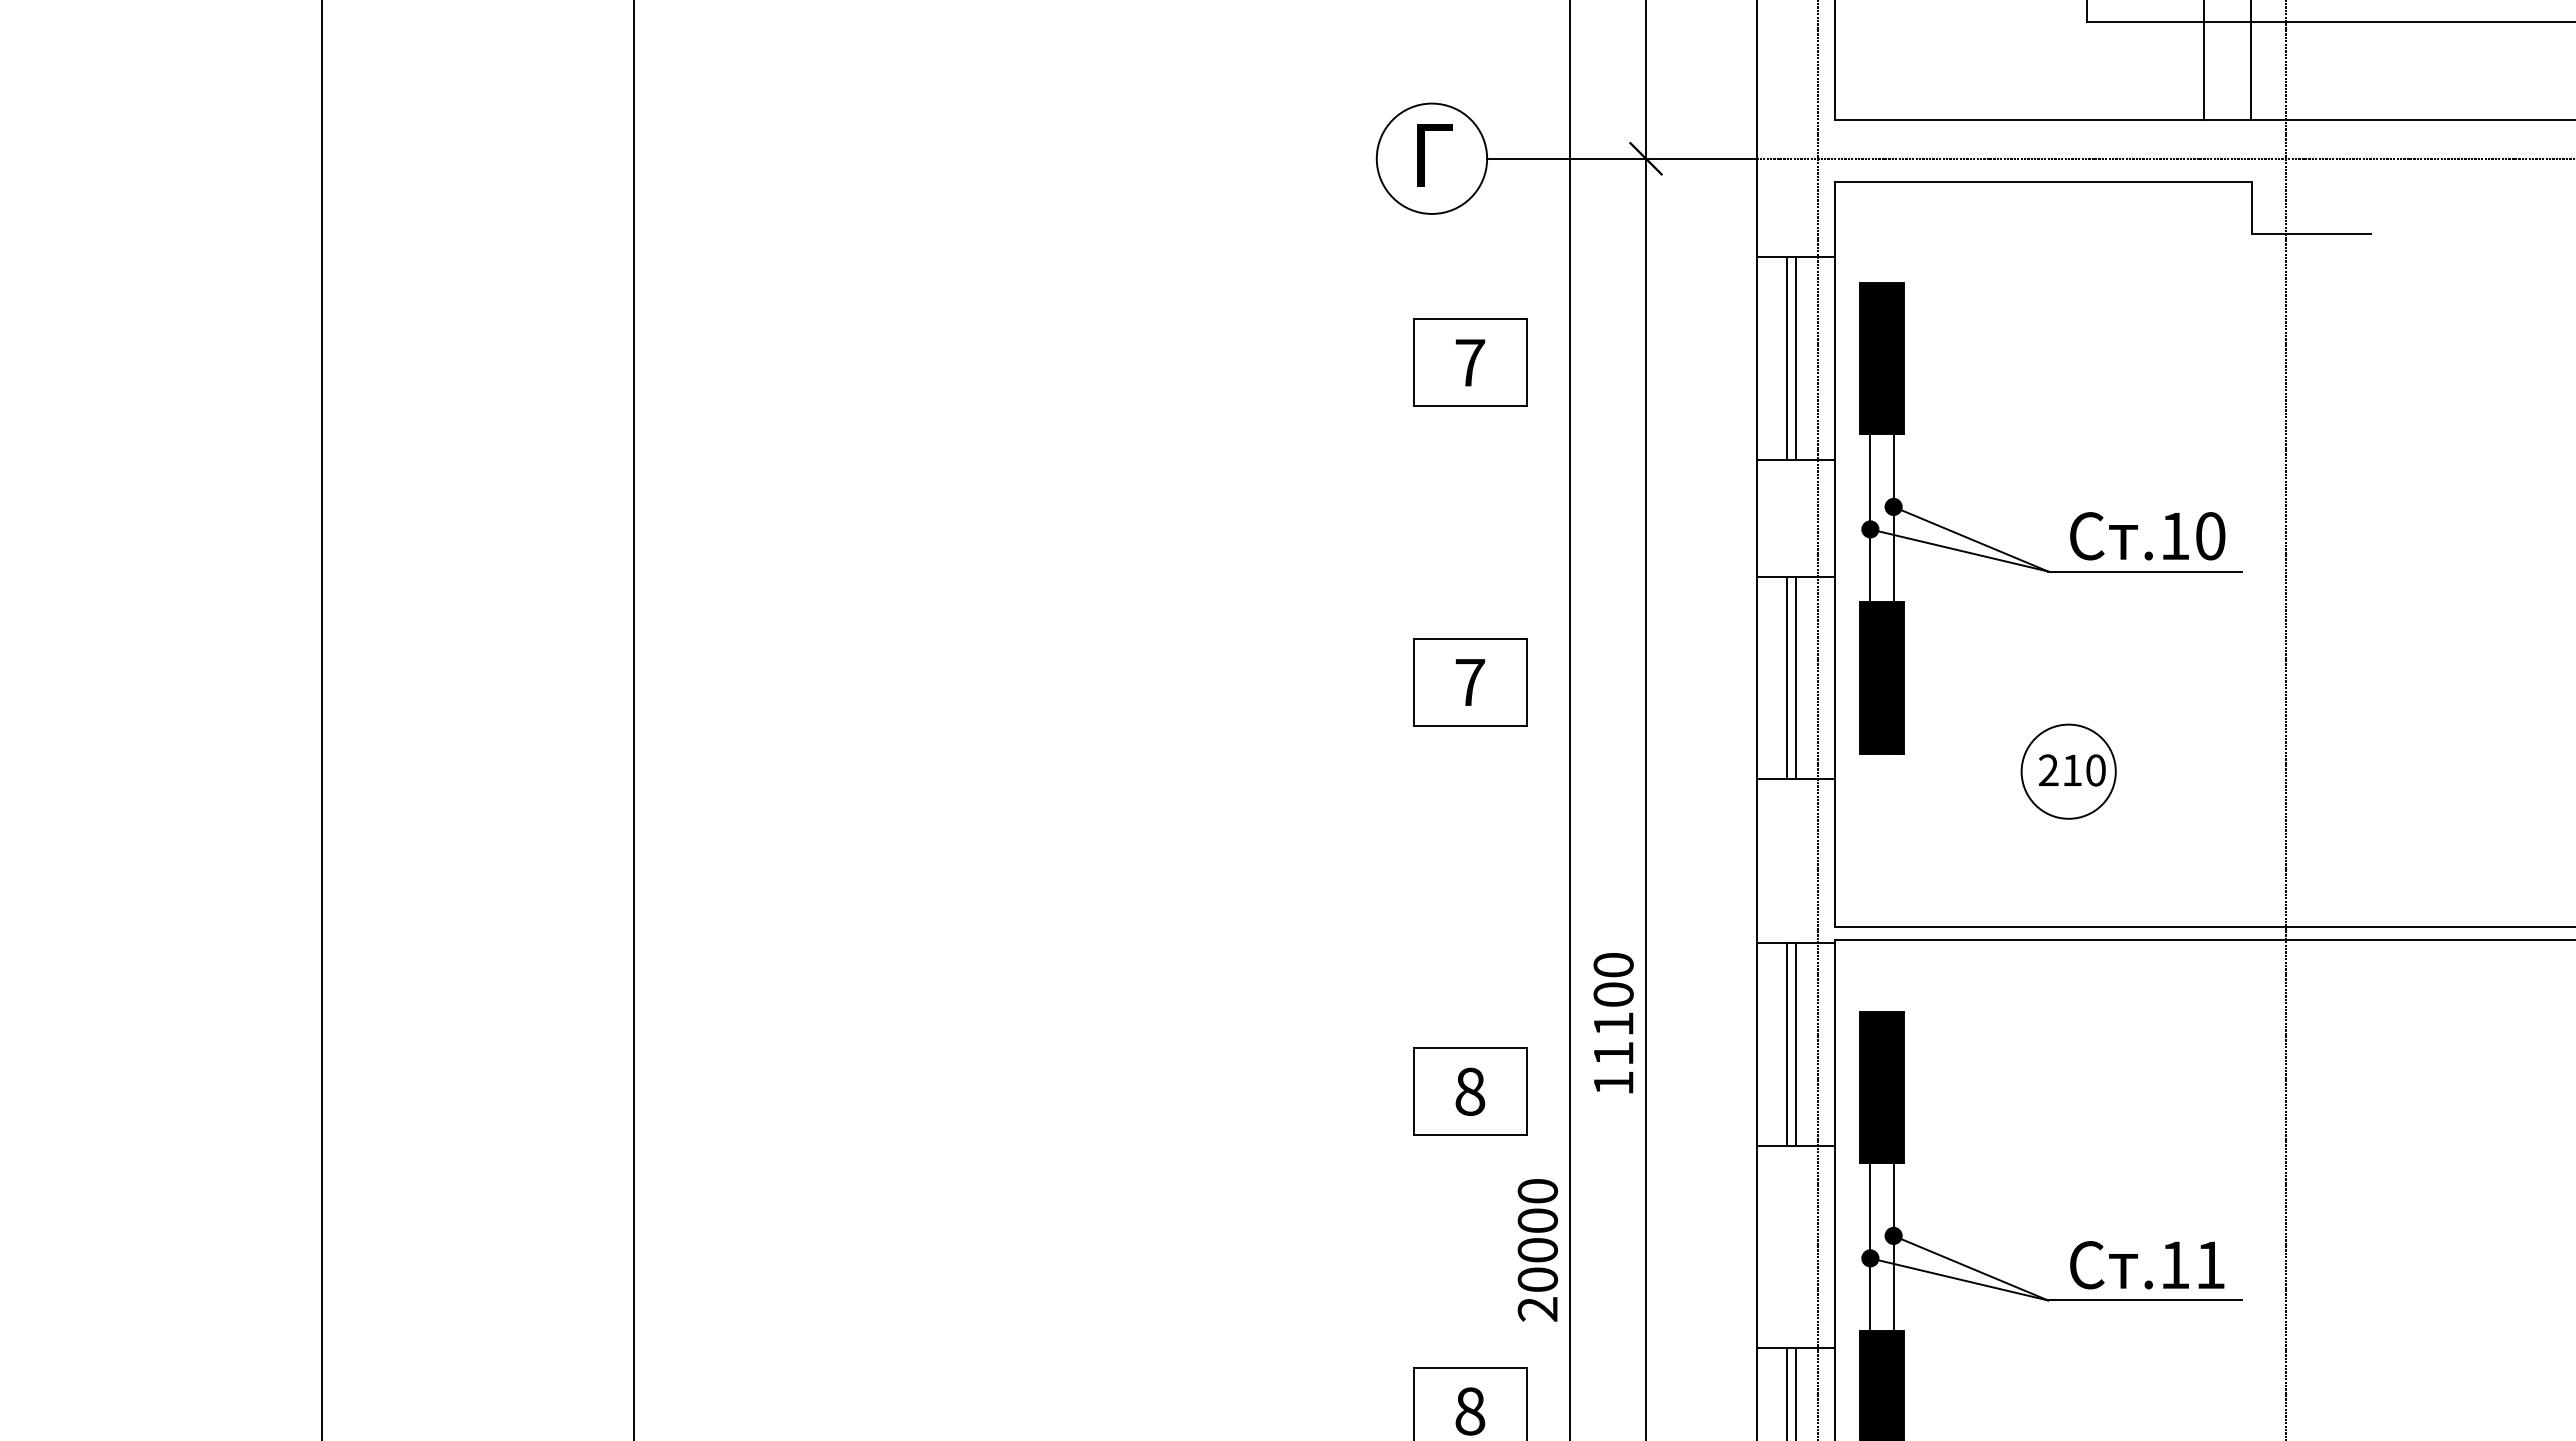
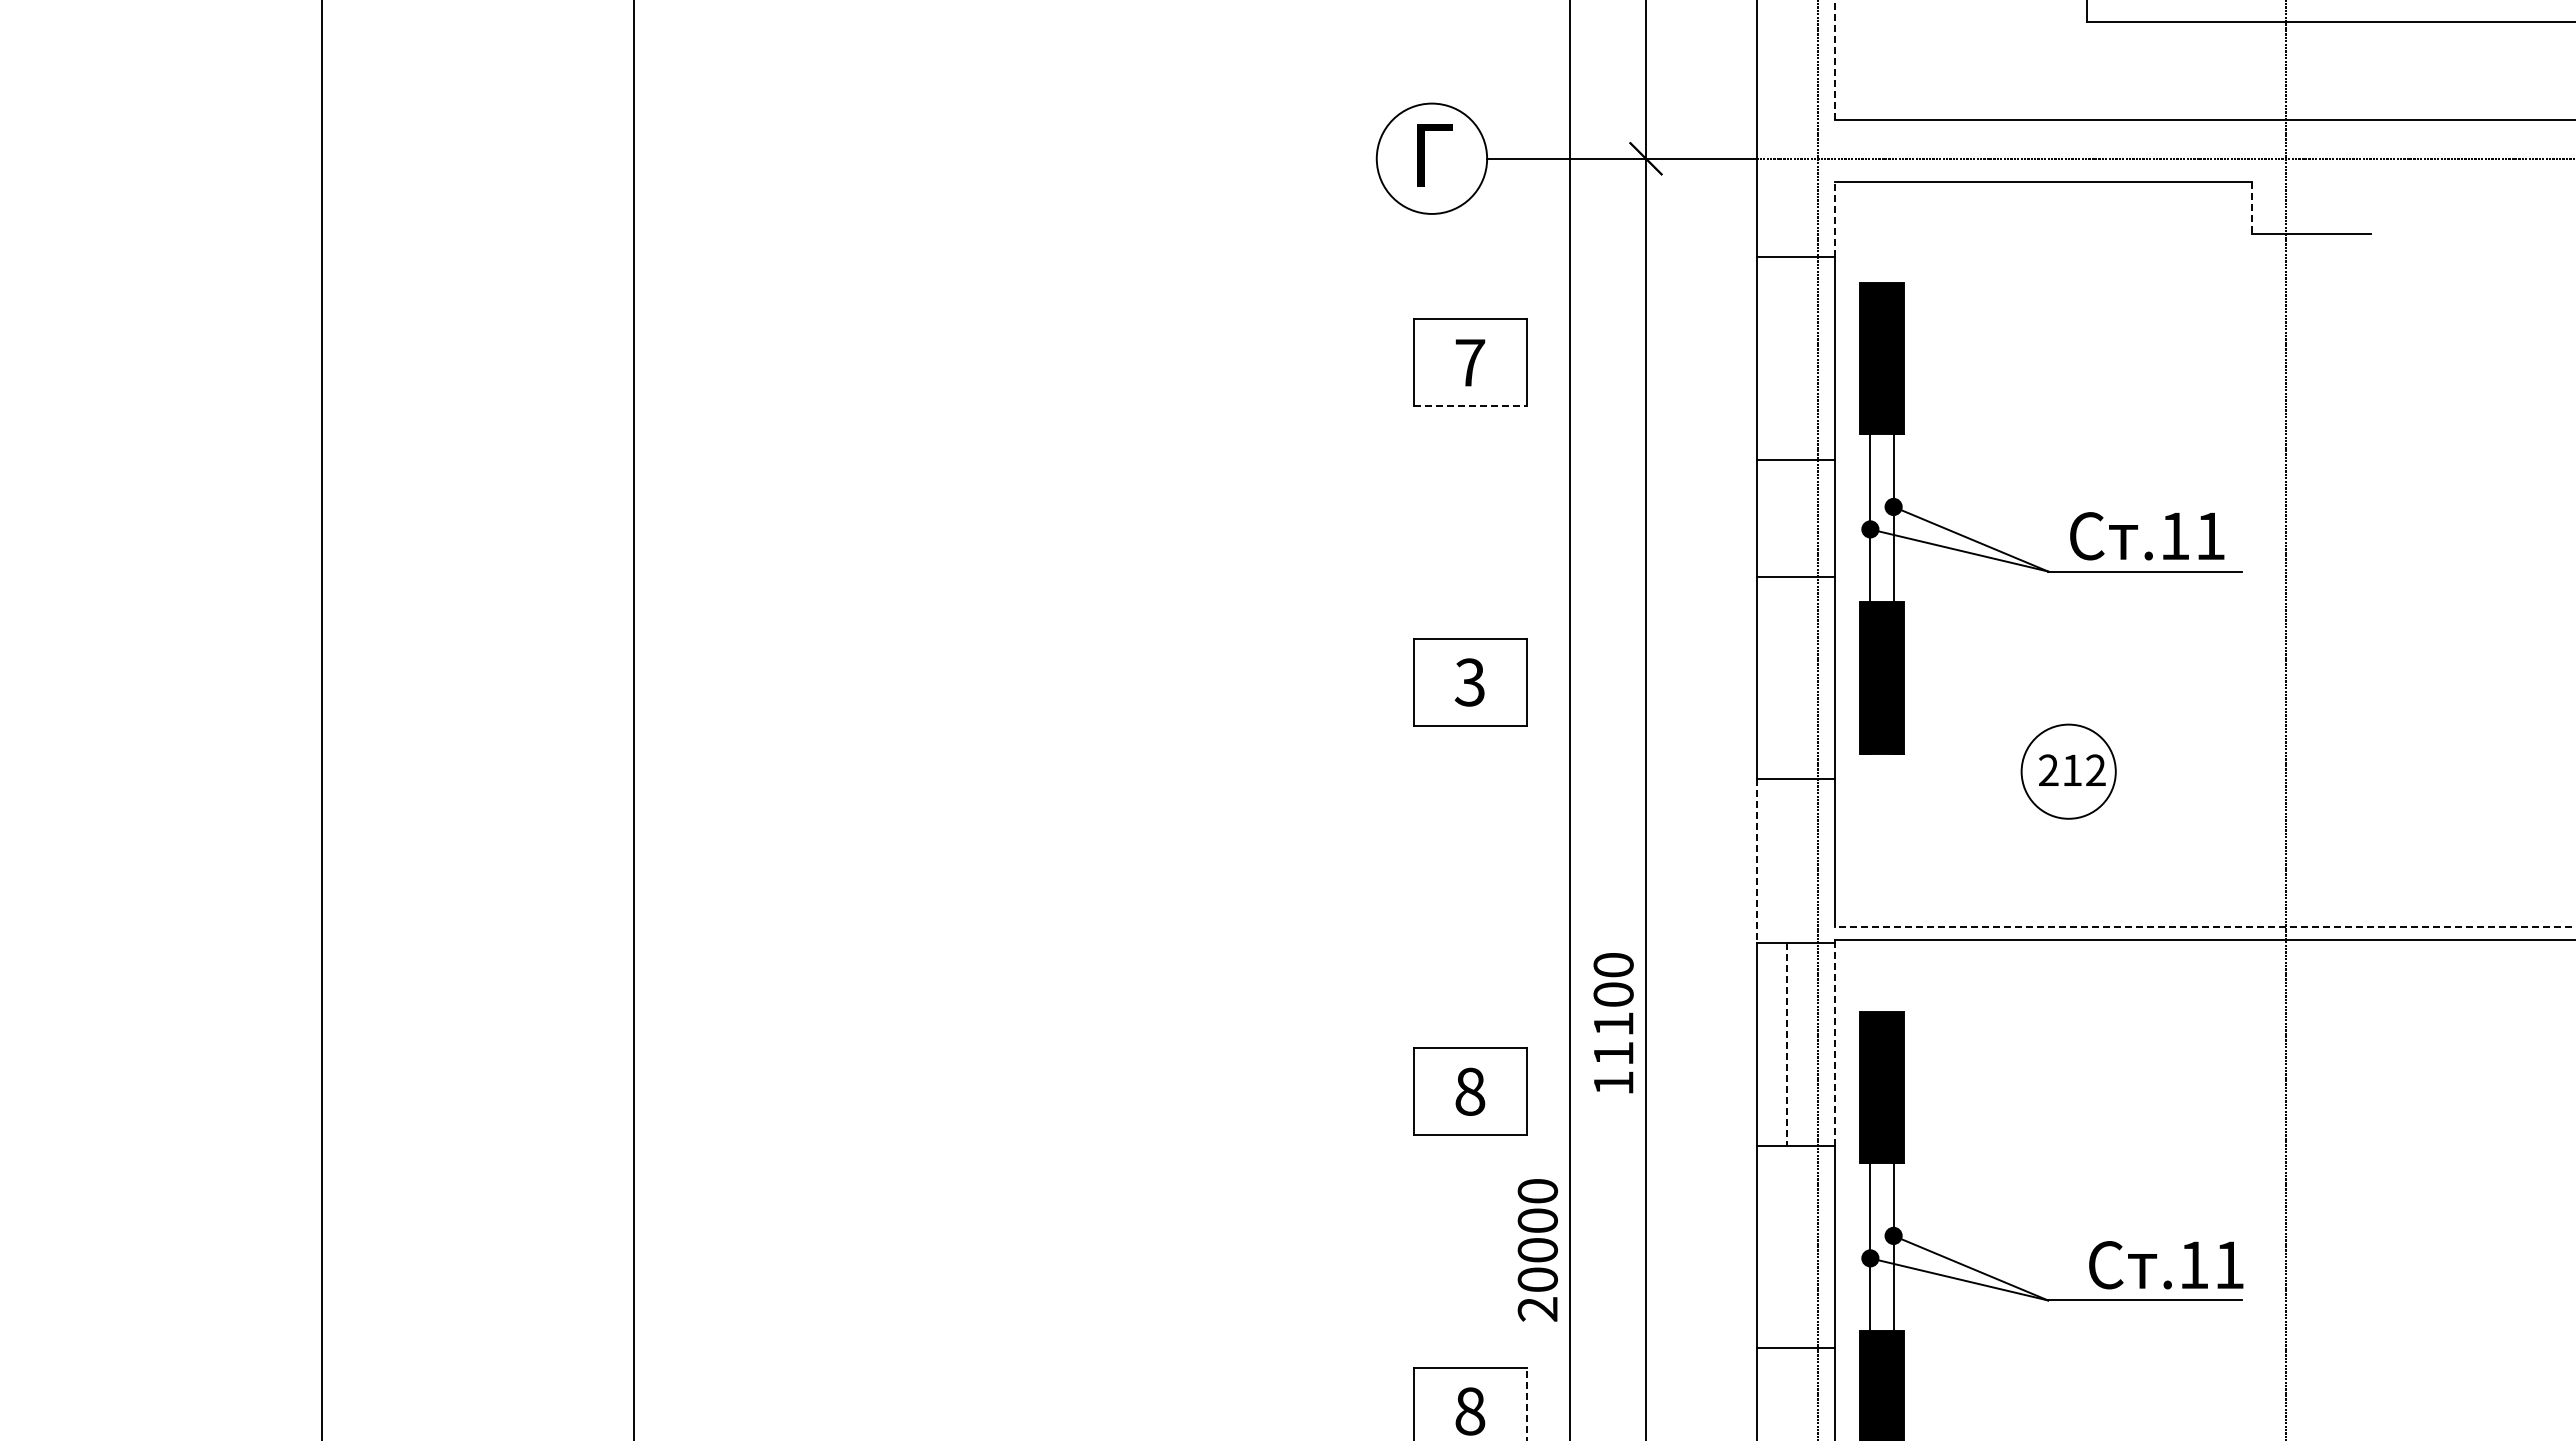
line at (1834, 59): solid -> dashed
line at (2203, 60): present -> none
line at (2250, 60): present -> none
line at (2252, 207): solid -> dashed
line at (1834, 219): solid -> dashed
line at (1786, 358): present -> none
line at (1796, 358): present -> none
line at (1470, 406): solid -> dashed
text at (2210, 536): .10 -> .11
line at (1786, 677): present -> none
line at (1796, 677): present -> none
text at (1469, 682): 7 -> 3
text at (2095, 770): 210 -> 212
line at (1757, 861): solid -> dashed
line at (2204, 927): solid -> dashed
line at (1834, 1043): solid -> dashed
line at (1786, 1044): solid -> dashed
line at (1796, 1044): present -> none
text at (2147, 1265) position: (2147, 1265) -> (2166, 1265)
line at (1786, 1392): present -> none
line at (1796, 1392): present -> none
line at (1526, 1403): solid -> dashed
